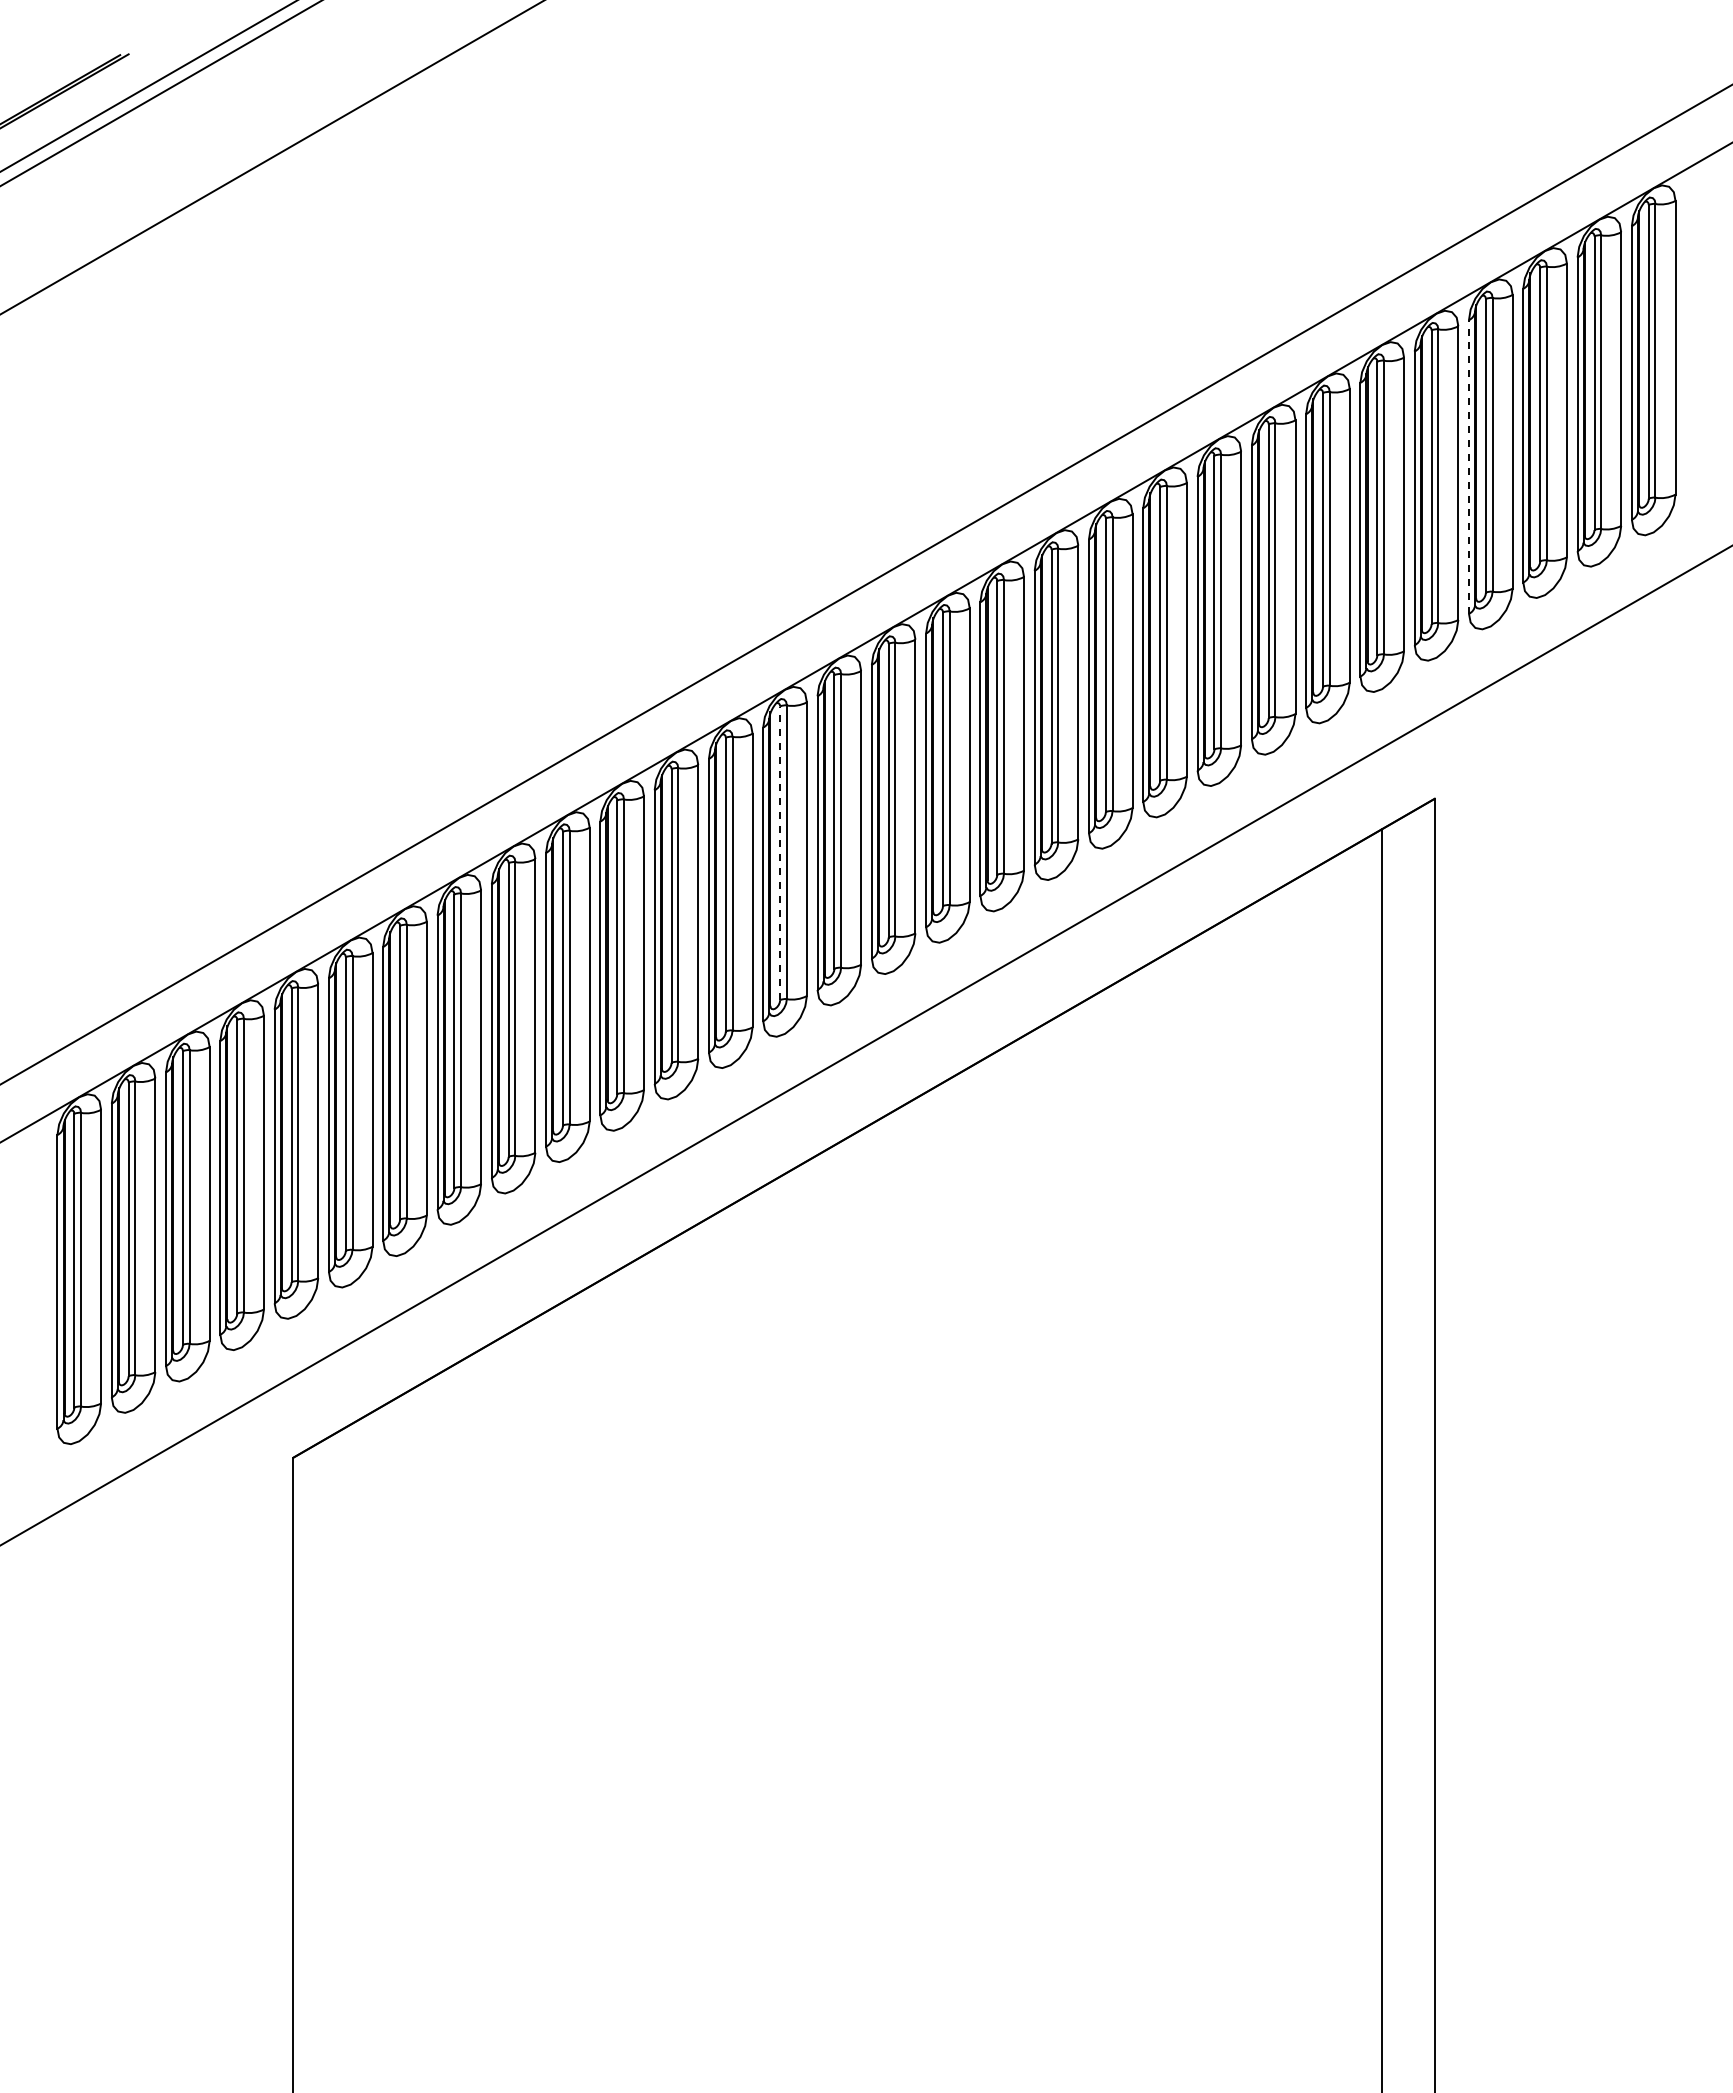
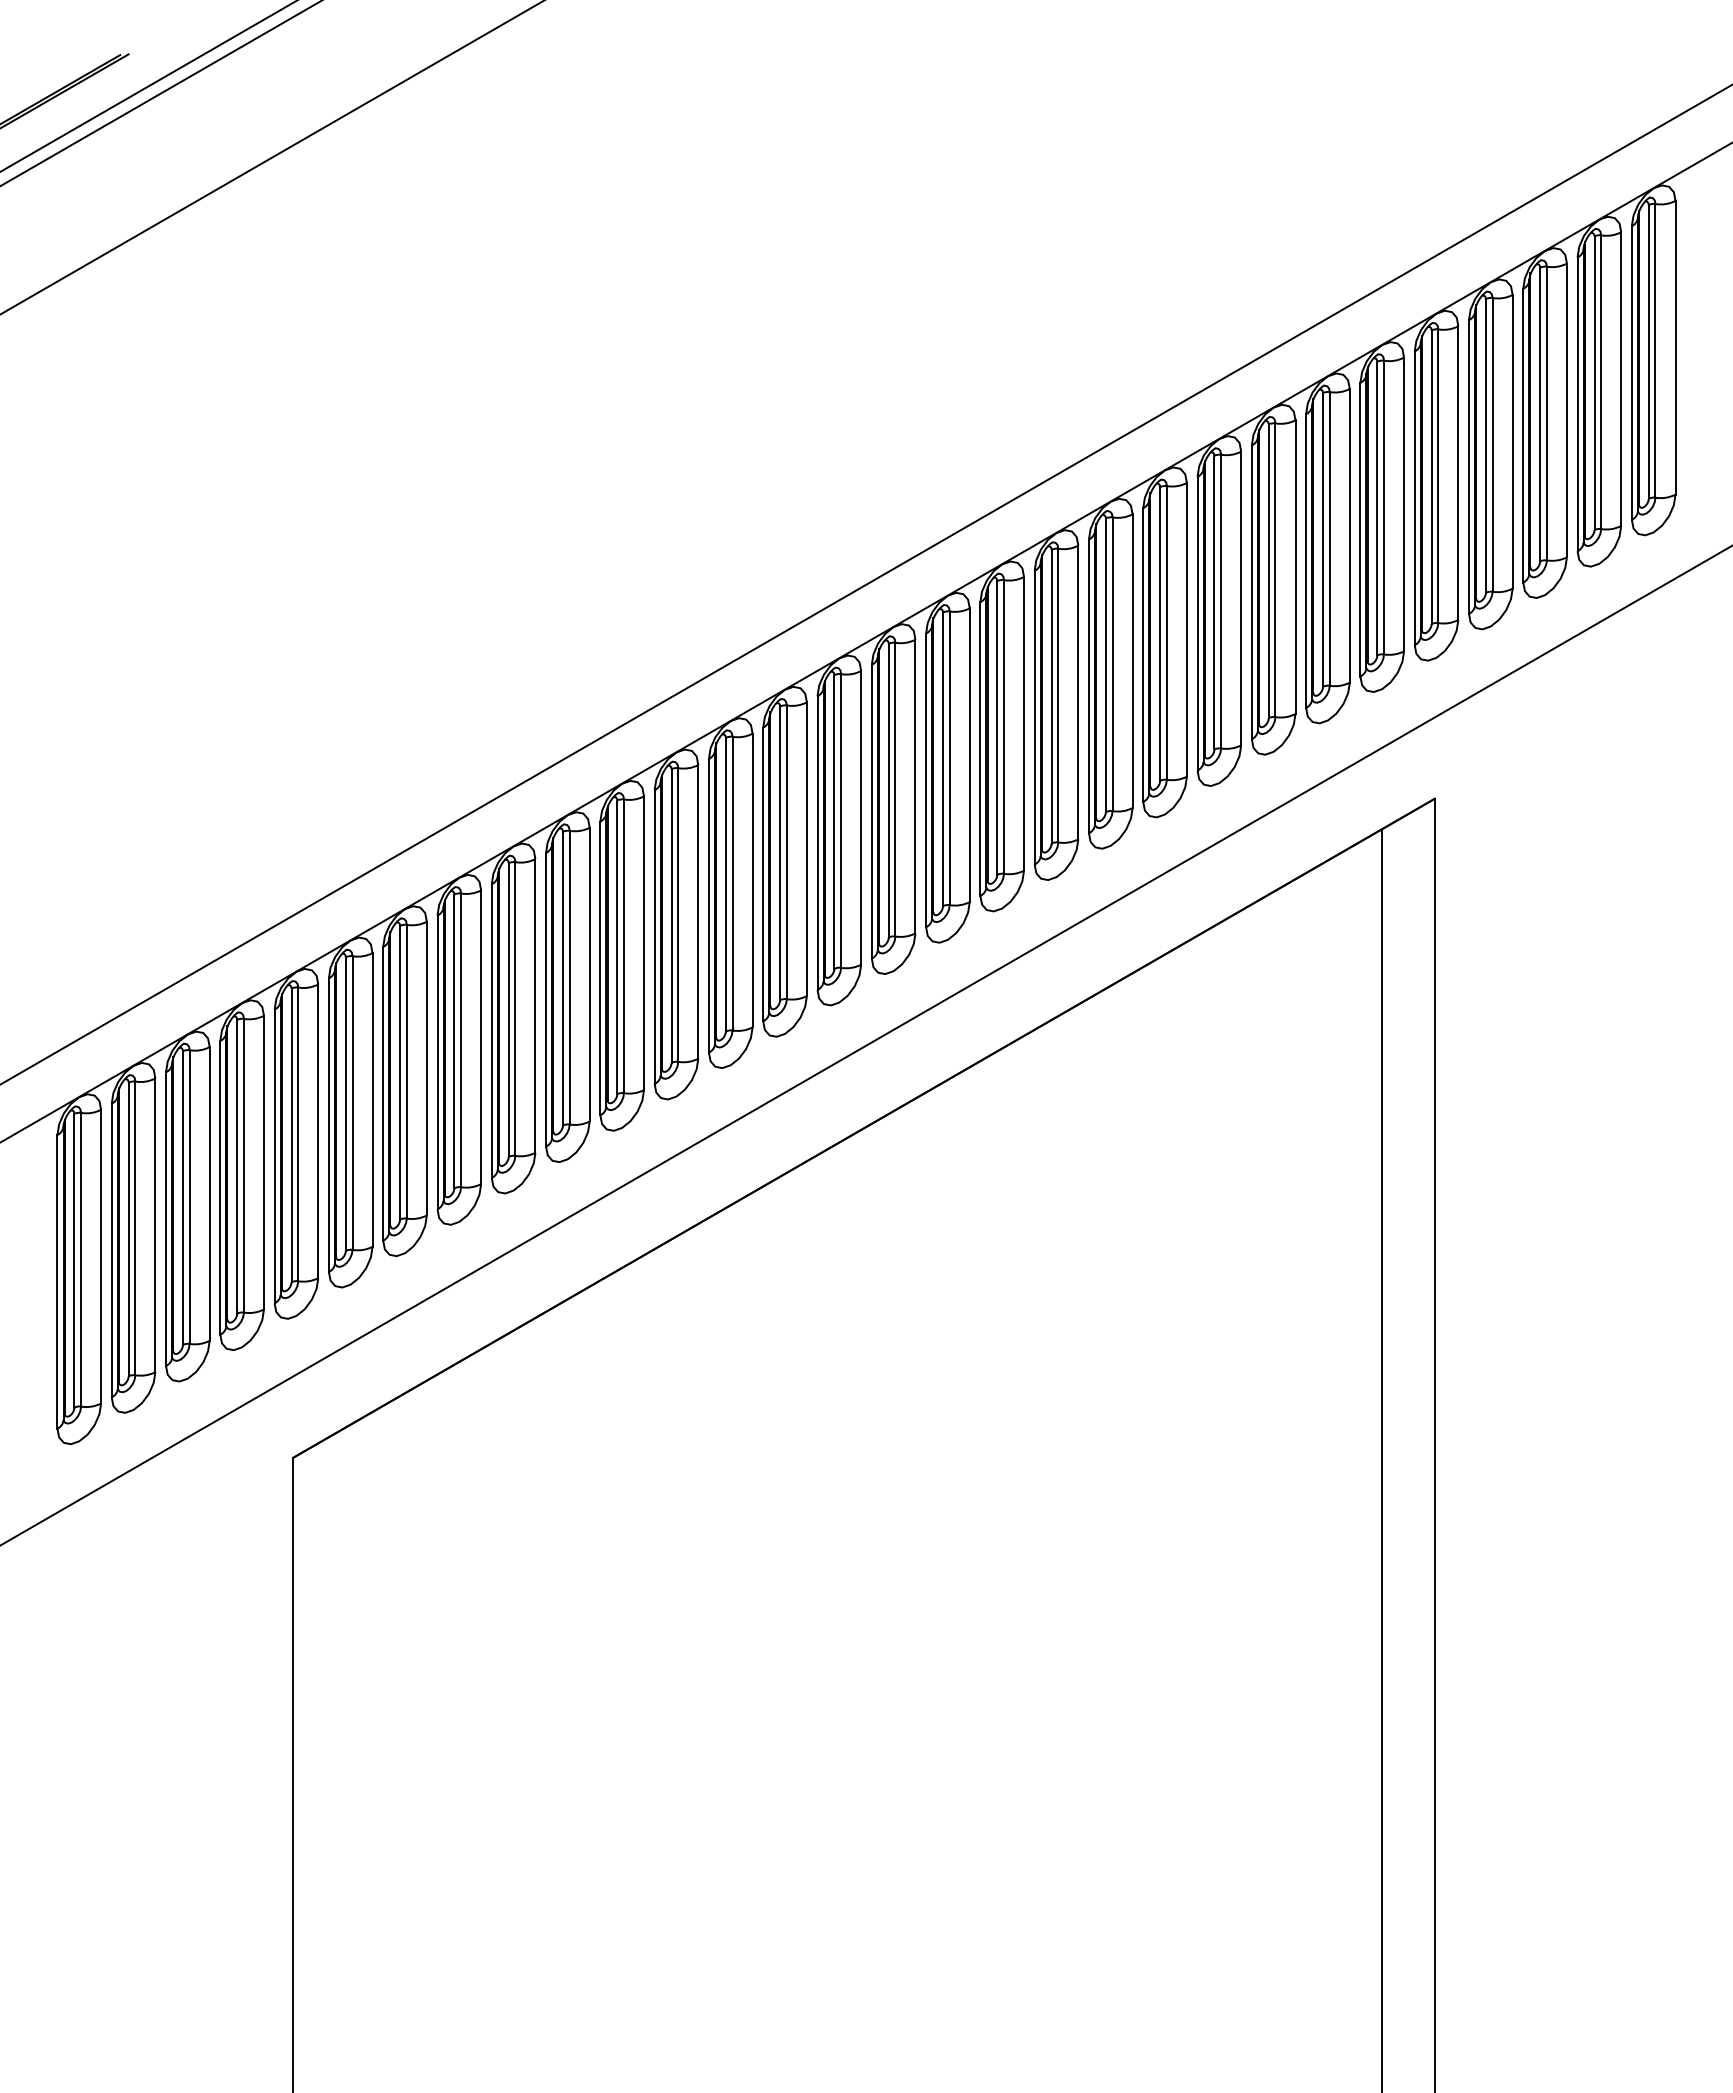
line at (1468, 467): dashed -> solid
line at (780, 853): dashed -> solid
